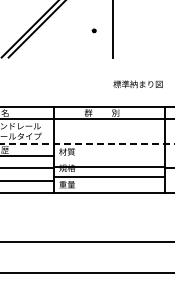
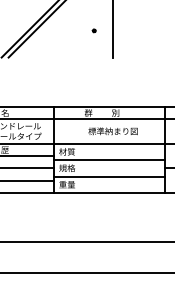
text at (137, 84) position: (137, 84) -> (112, 131)
line at (87, 143): dashed -> solid
line at (108, 167) position: (108, 167) -> (108, 160)
